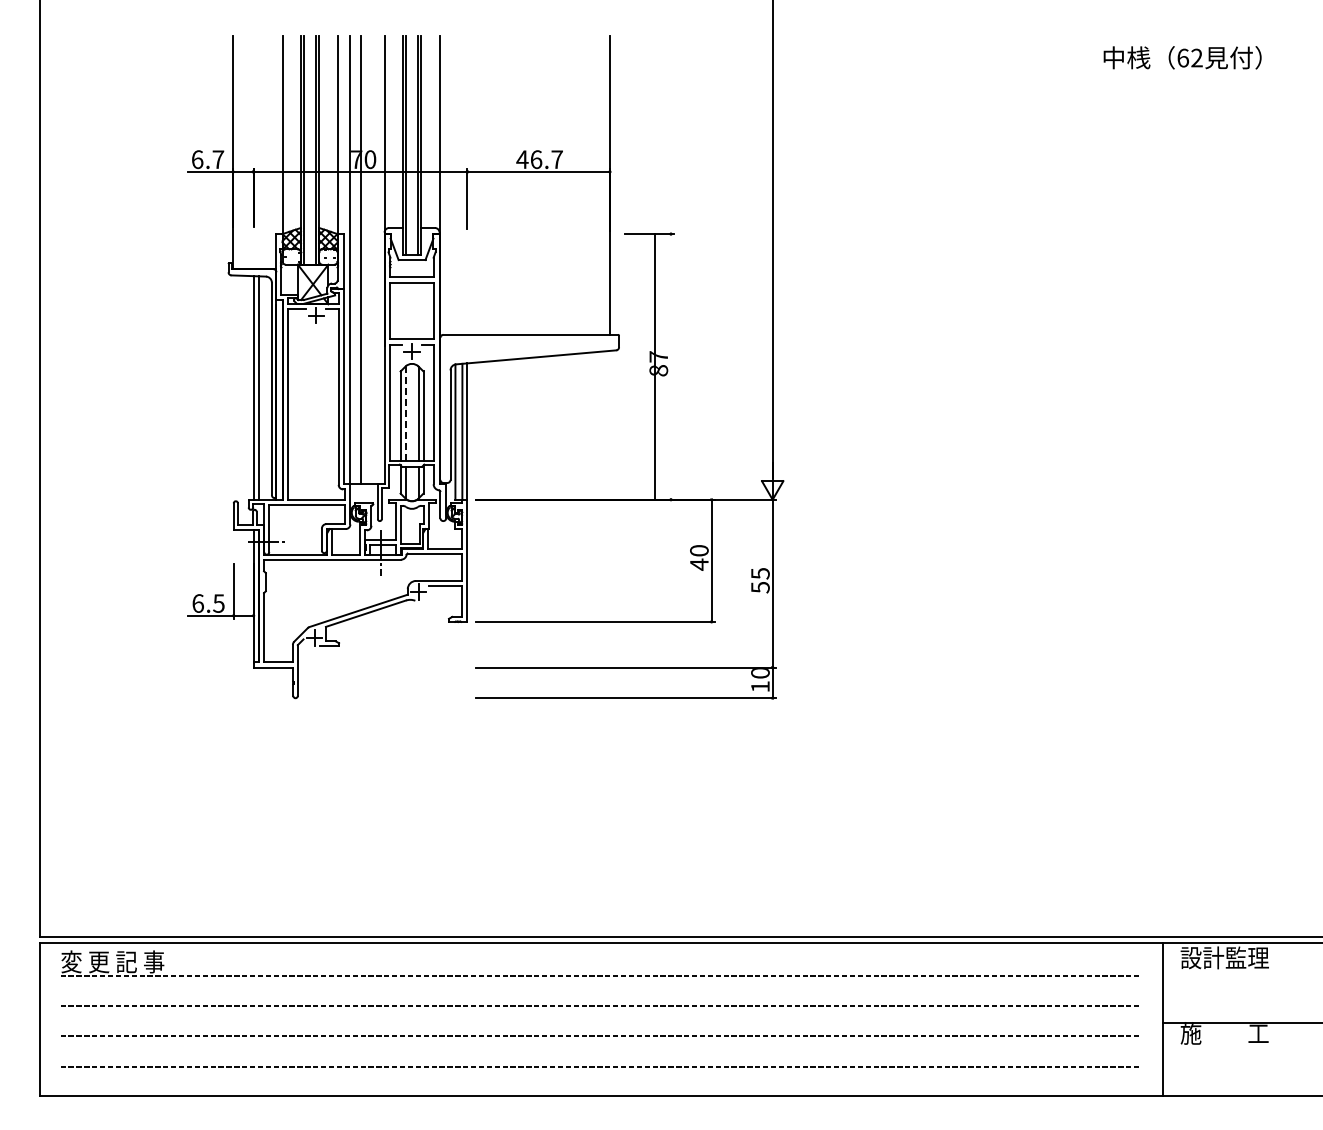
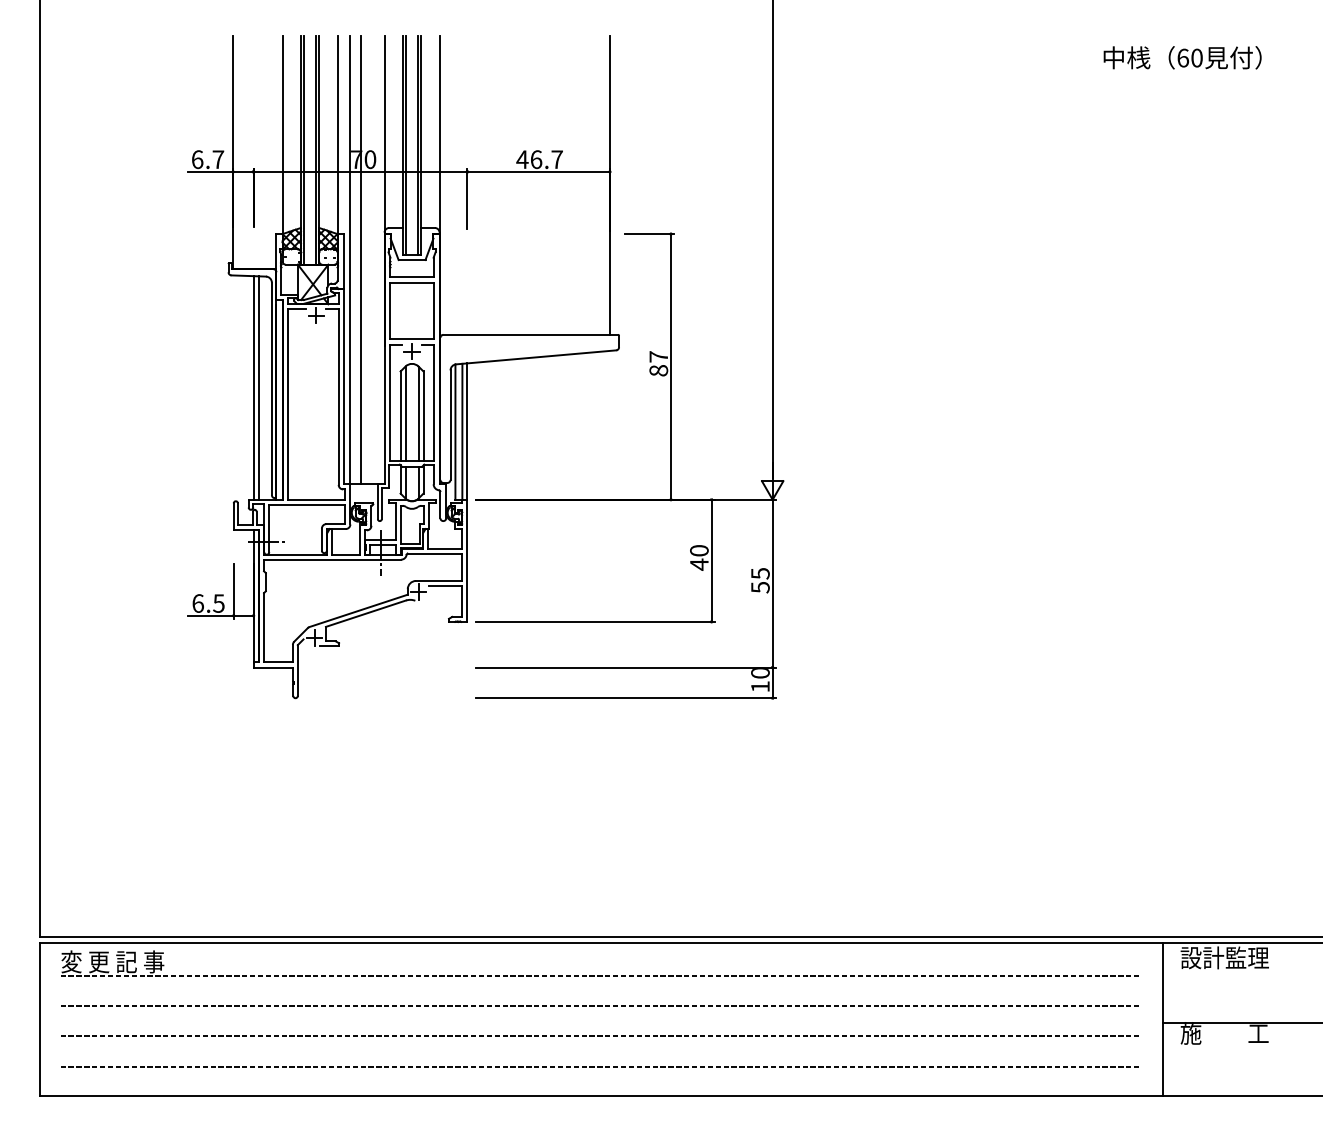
text at (1196, 57): 62 -> 60
line at (655, 366) position: (655, 366) -> (671, 366)
line at (405, 413): dashed -> solid
